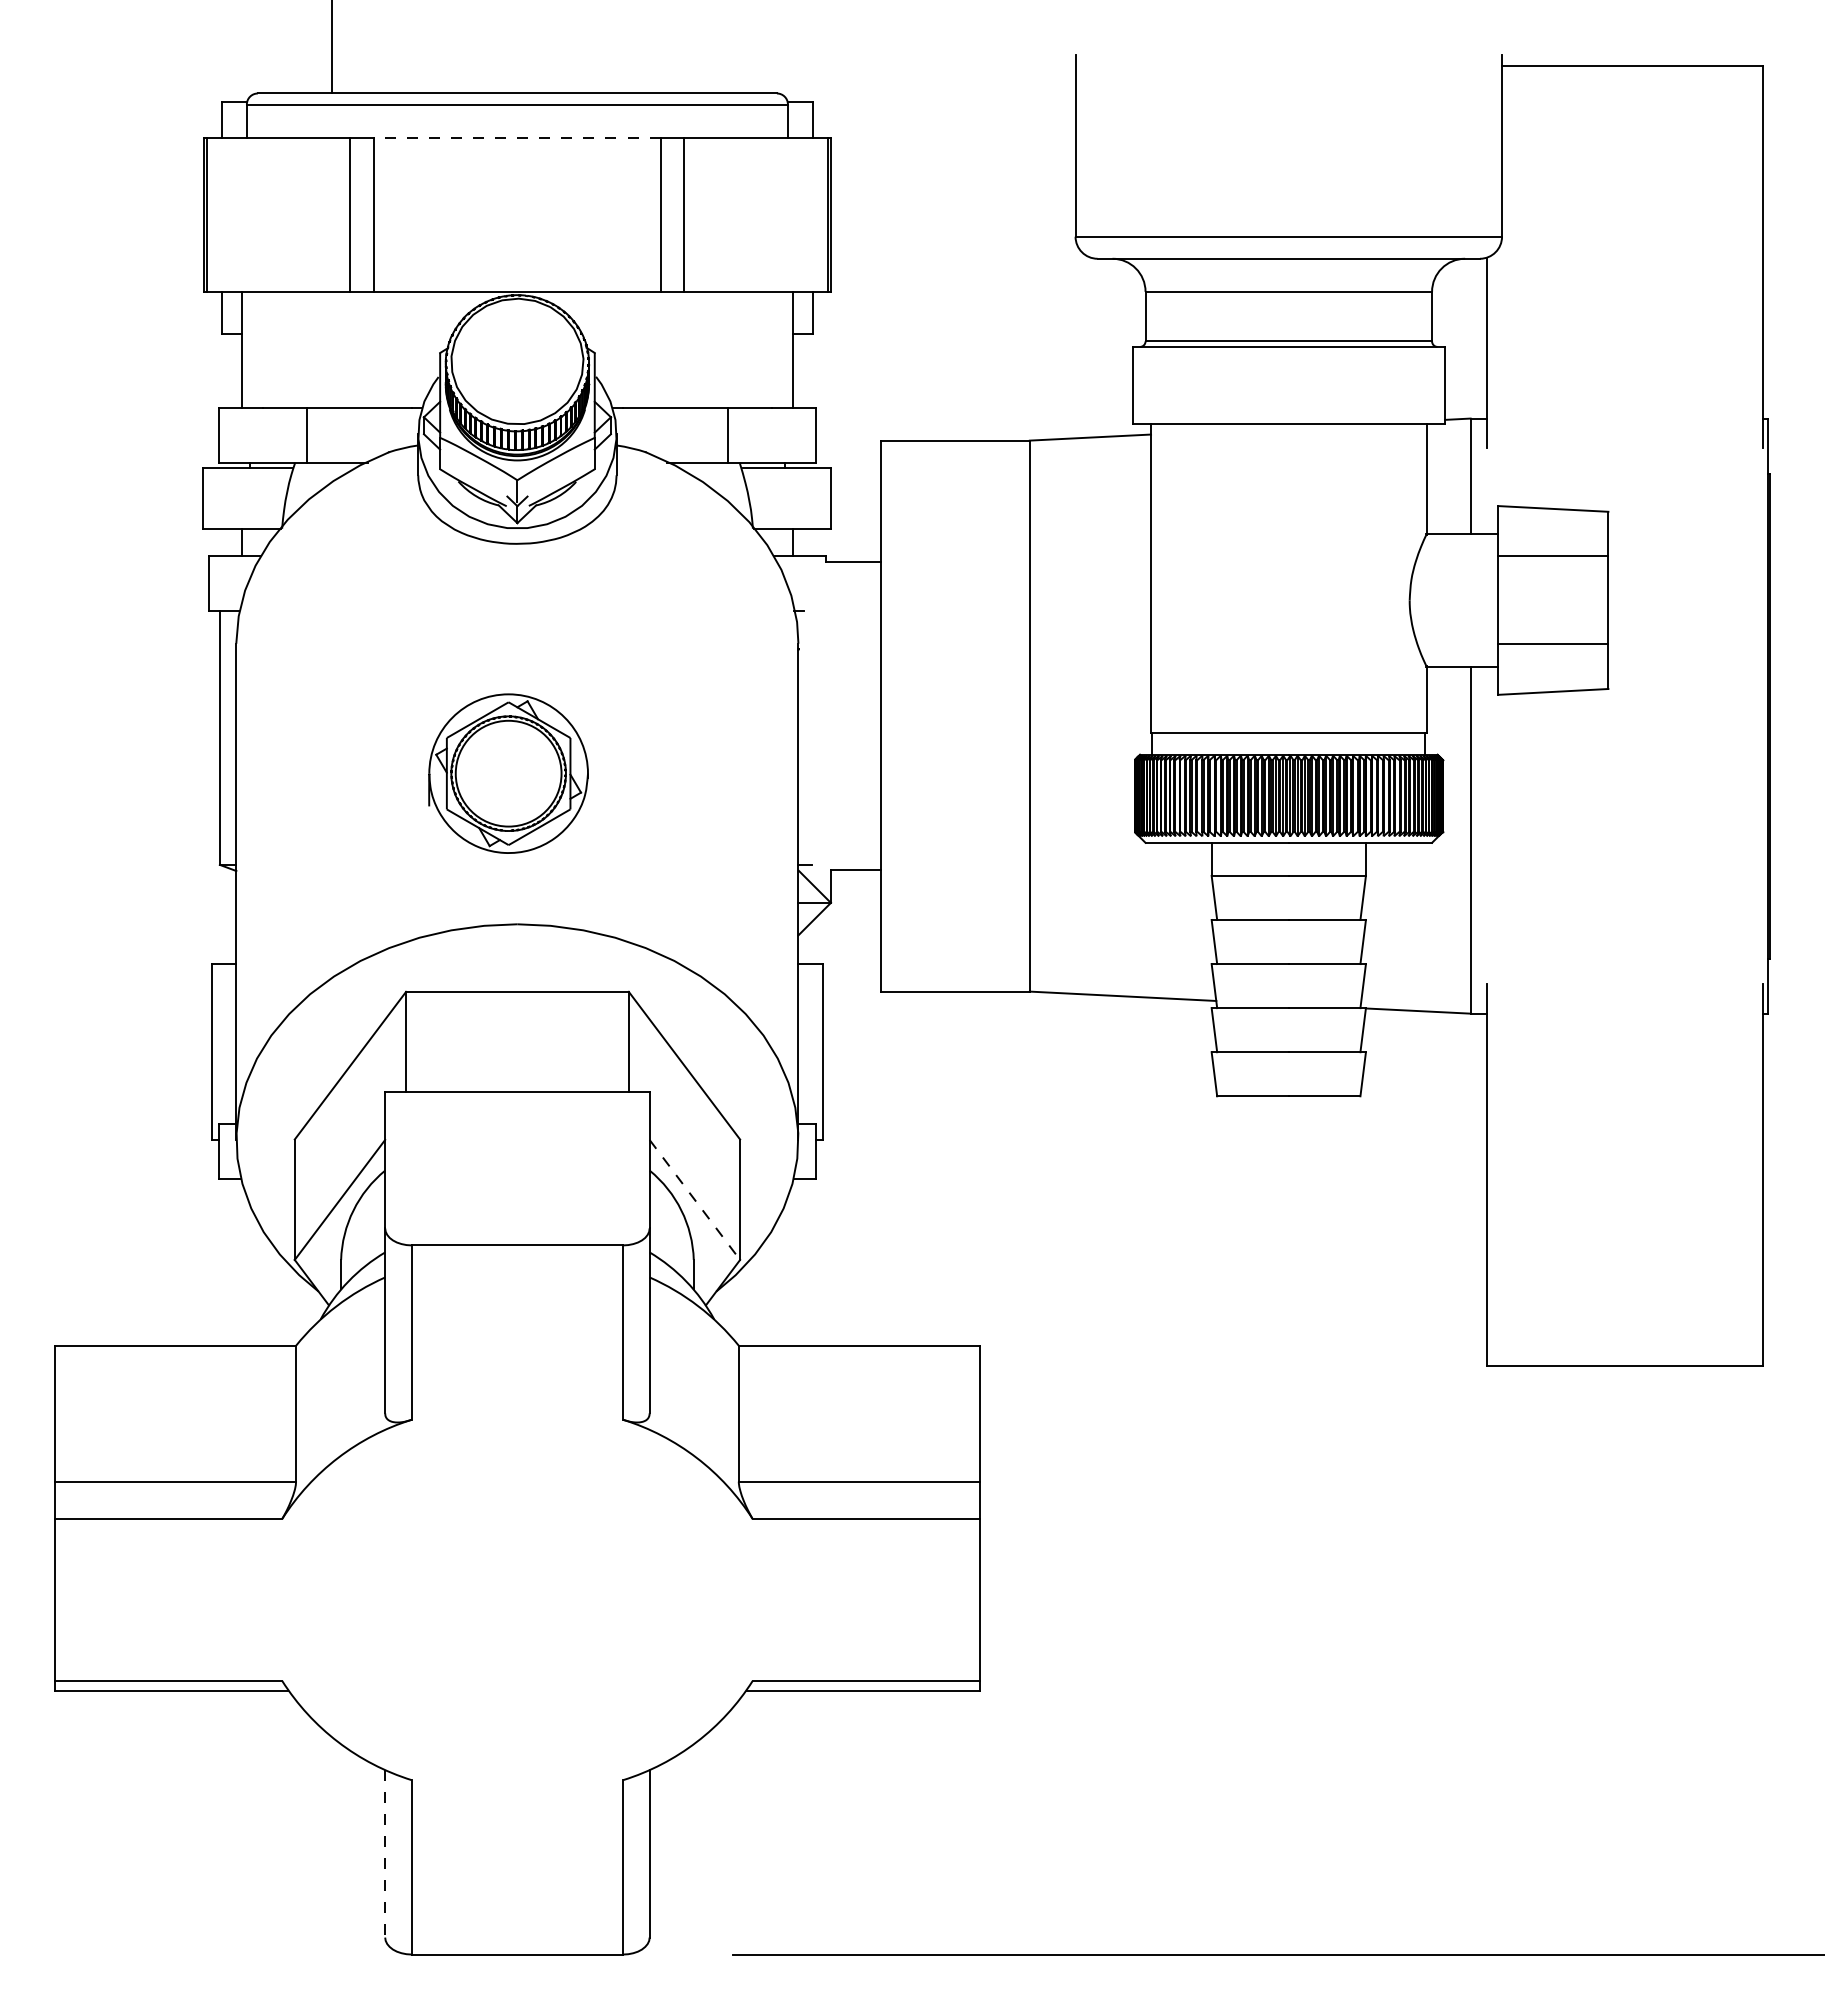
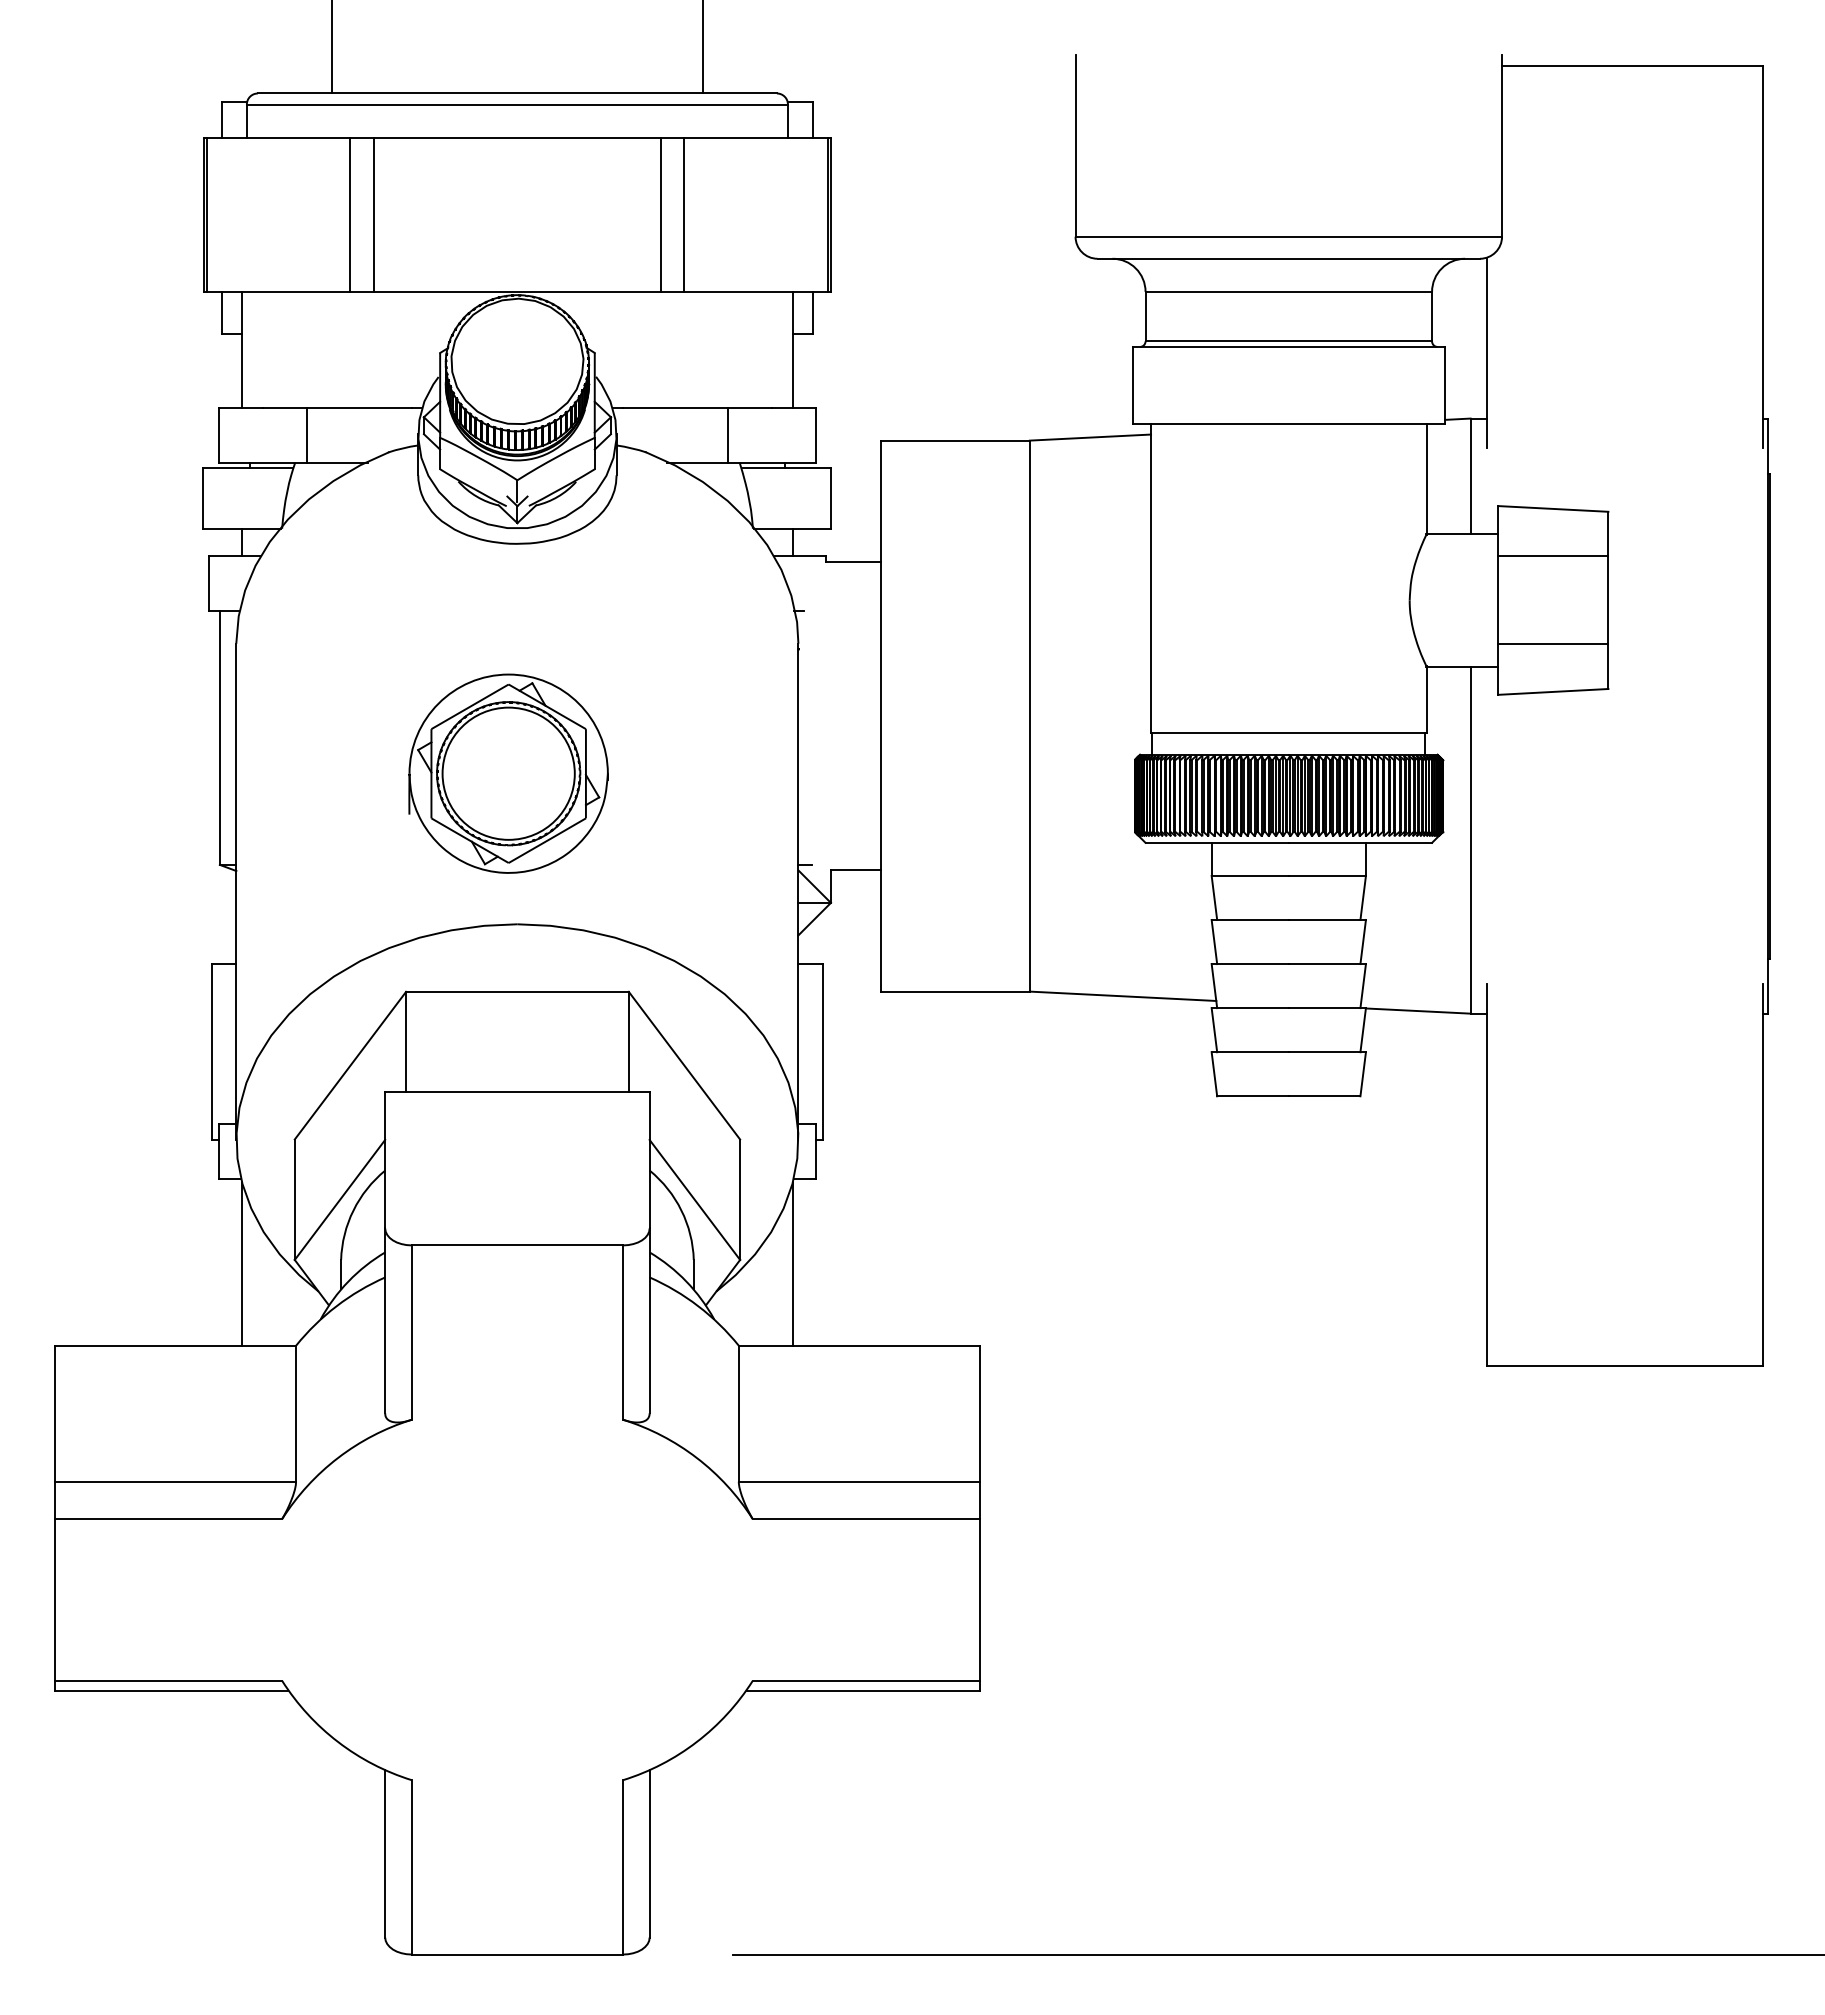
line at (702, 47): none -> present
line at (516, 137): dashed -> solid
part at (508, 773) size: 161x161 px -> 201x201 px
line at (695, 1200): dashed -> solid
line at (241, 1263): none -> present
line at (792, 1263): none -> present
line at (385, 1854): dashed -> solid
